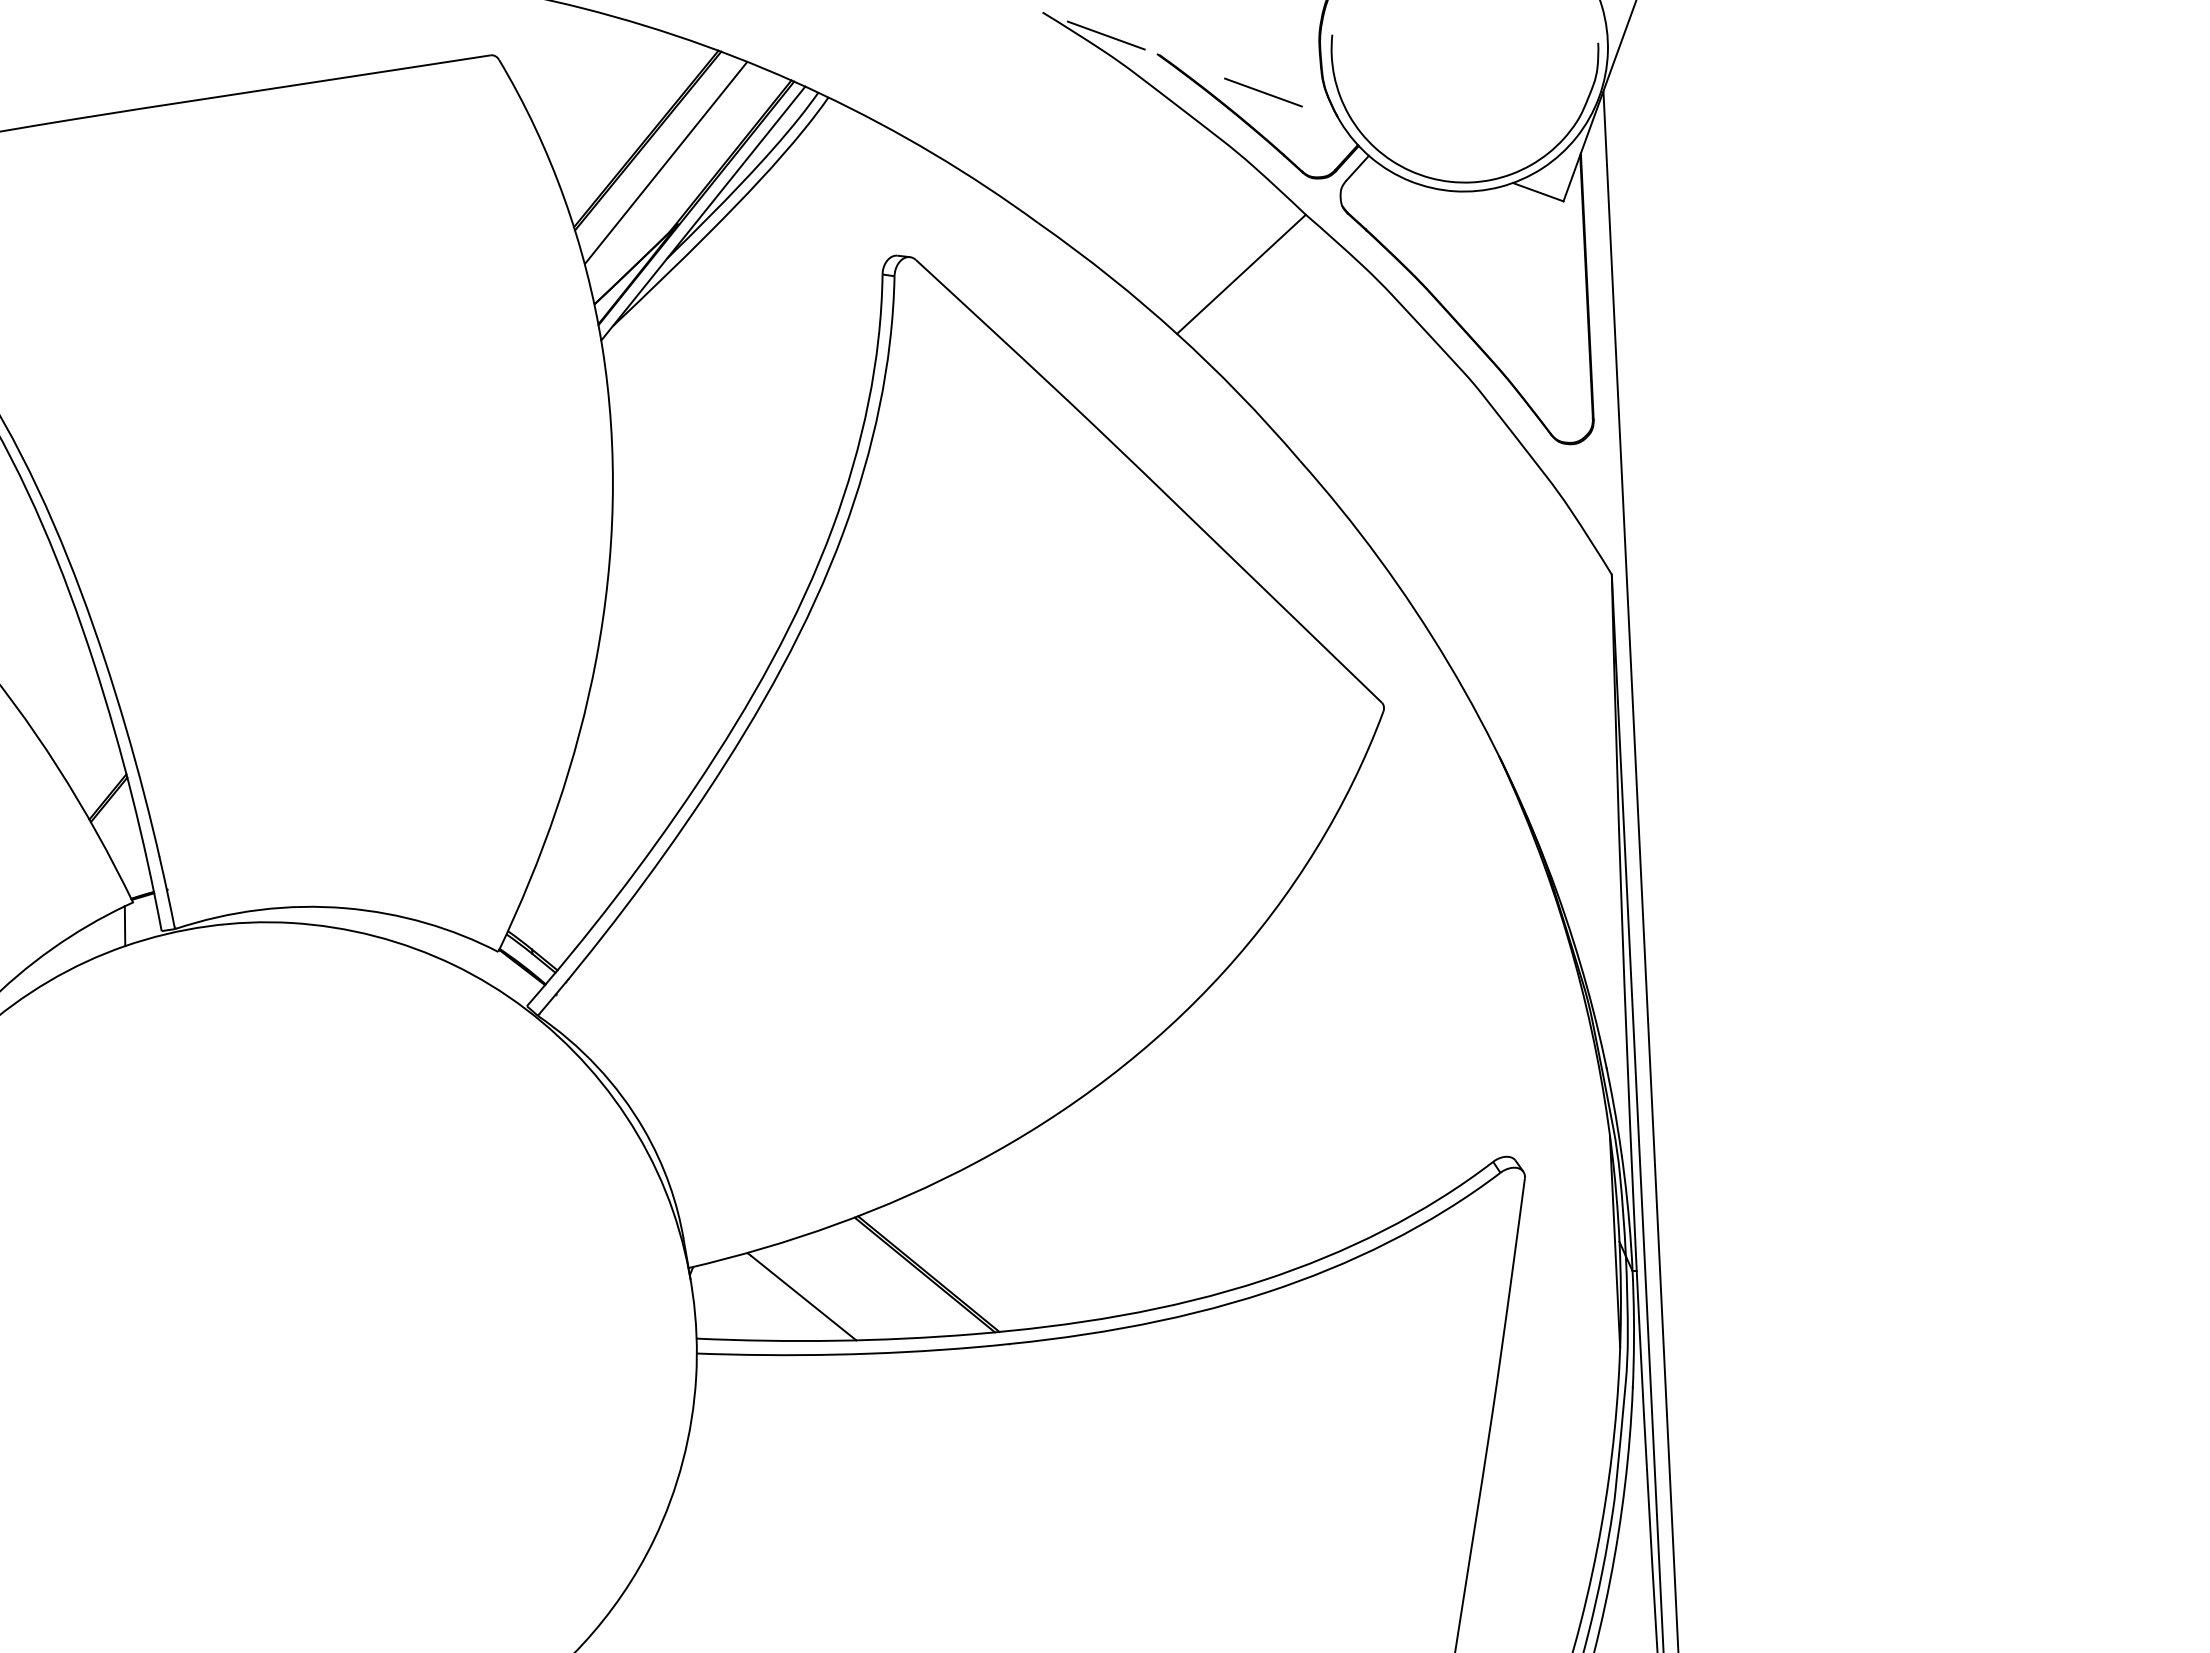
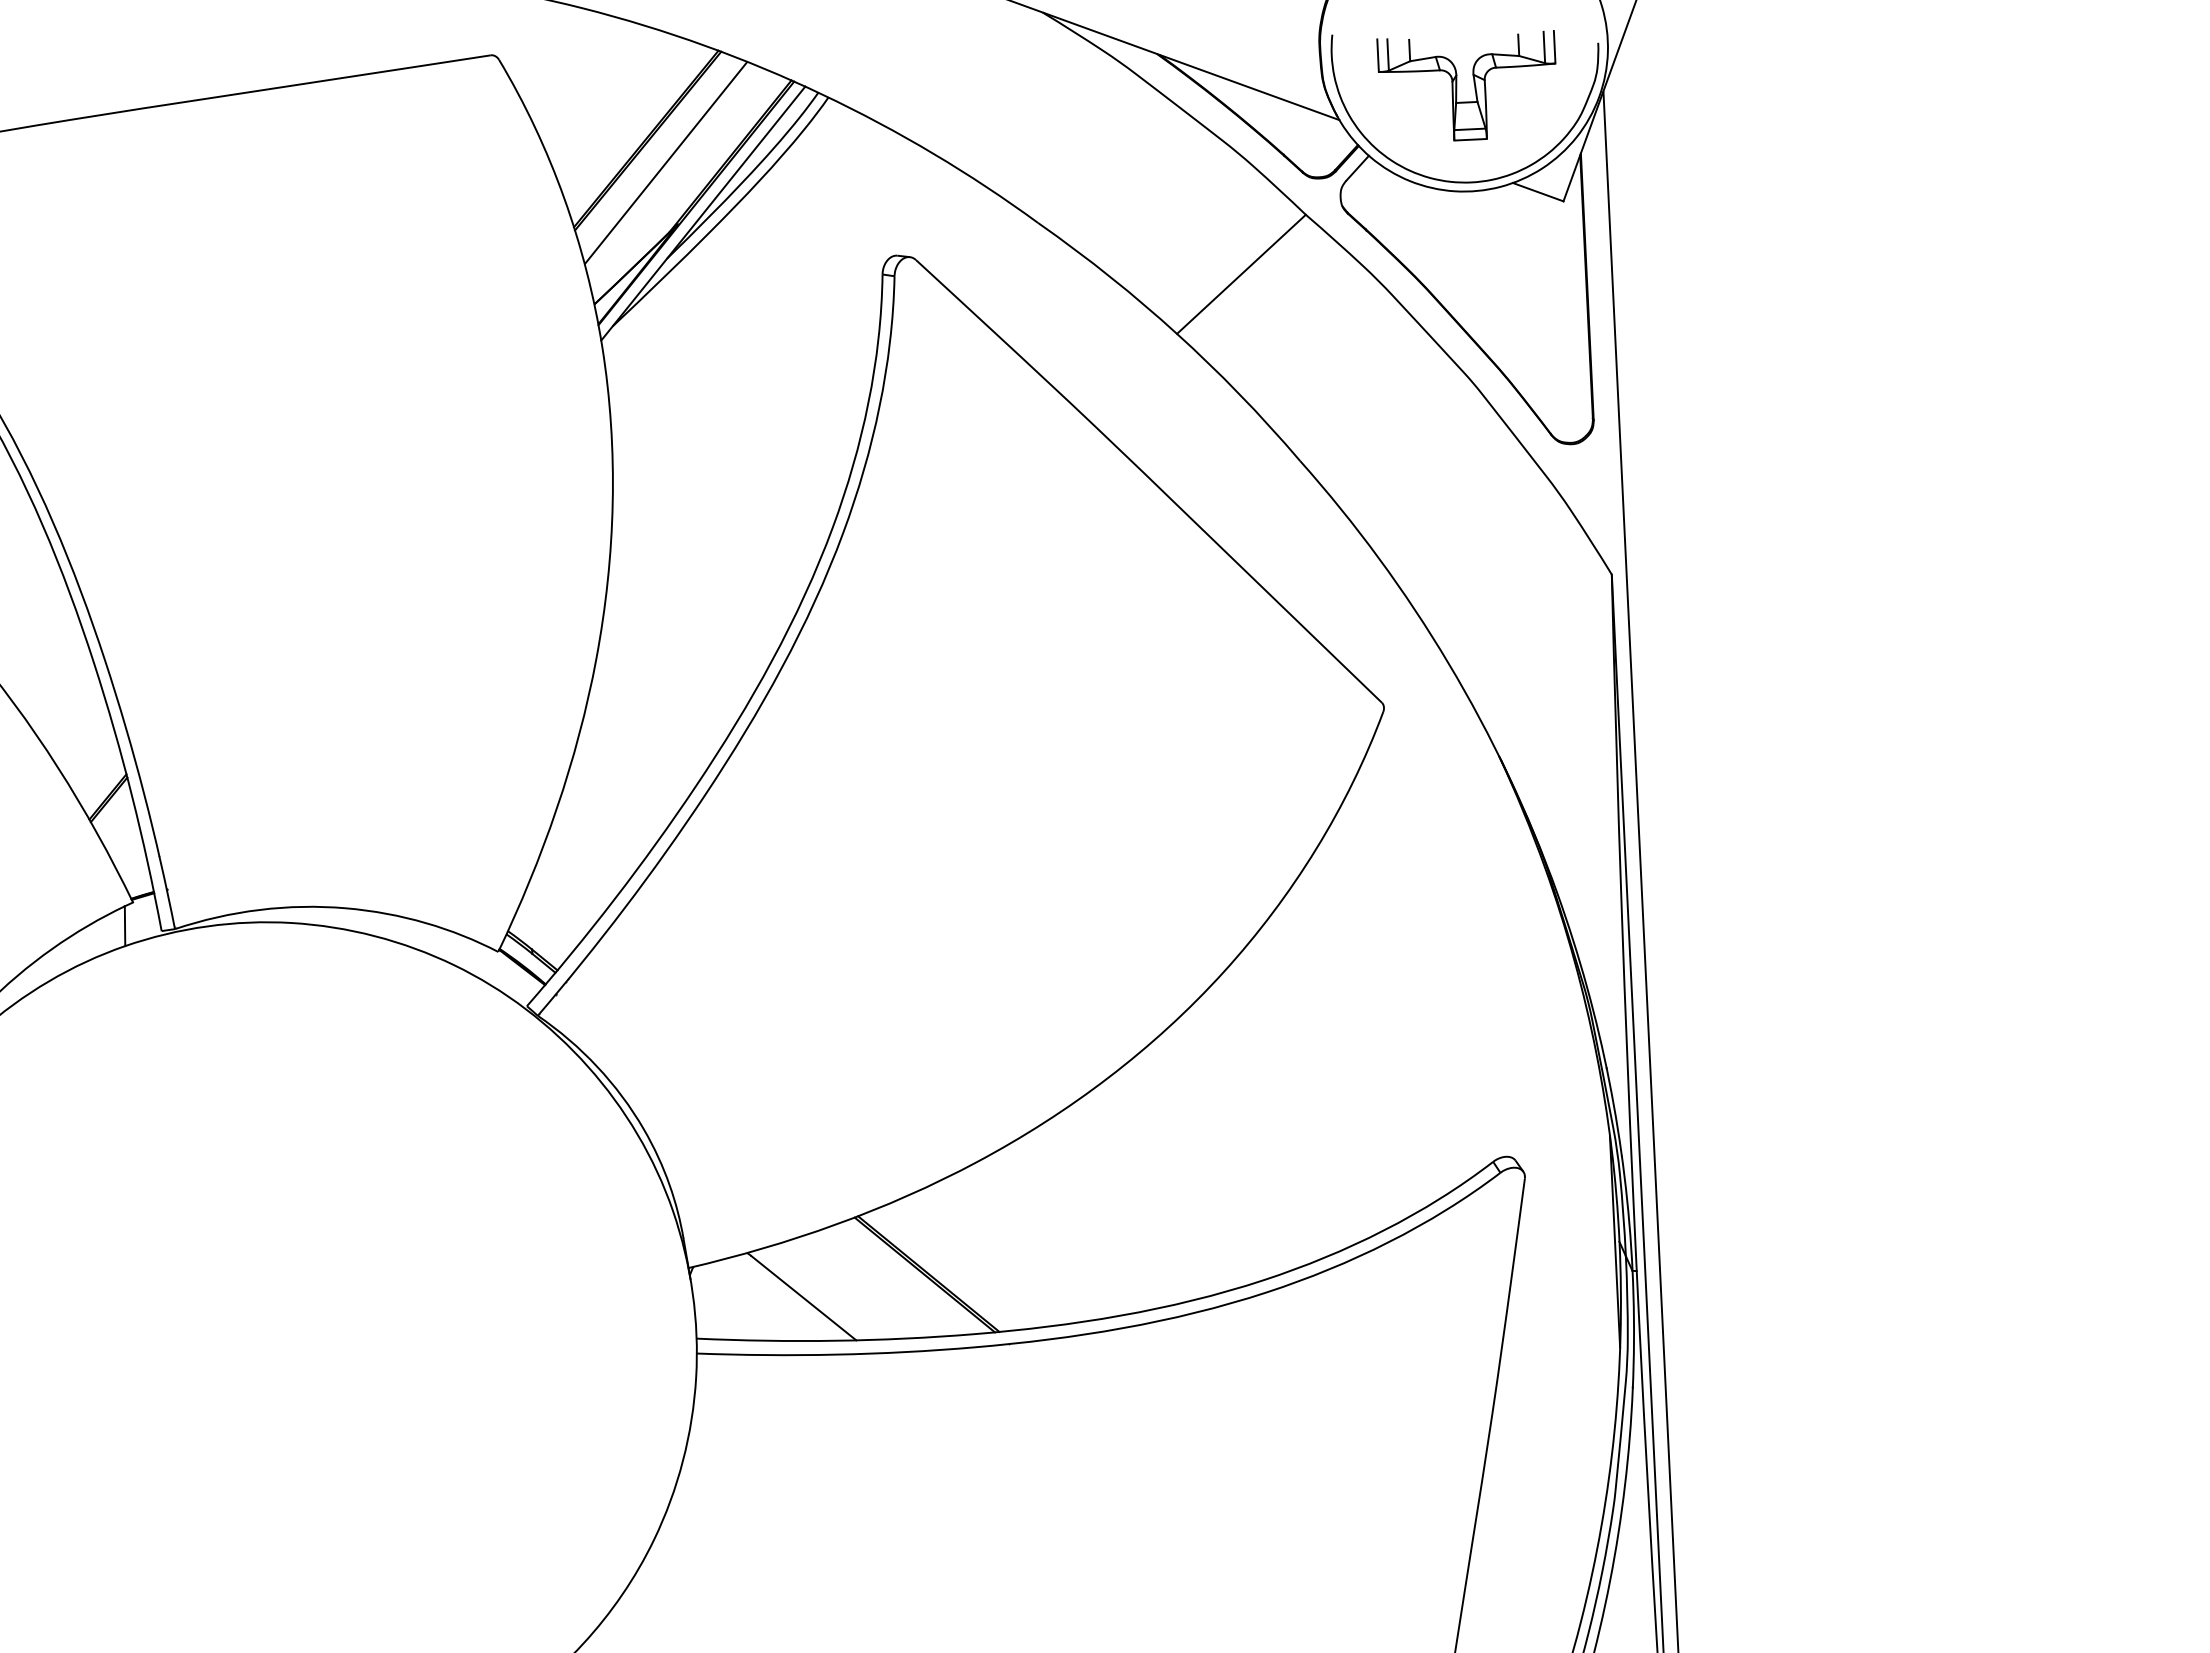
line at (1174, 60): dashed -> solid
part at (1473, 83): none -> present
